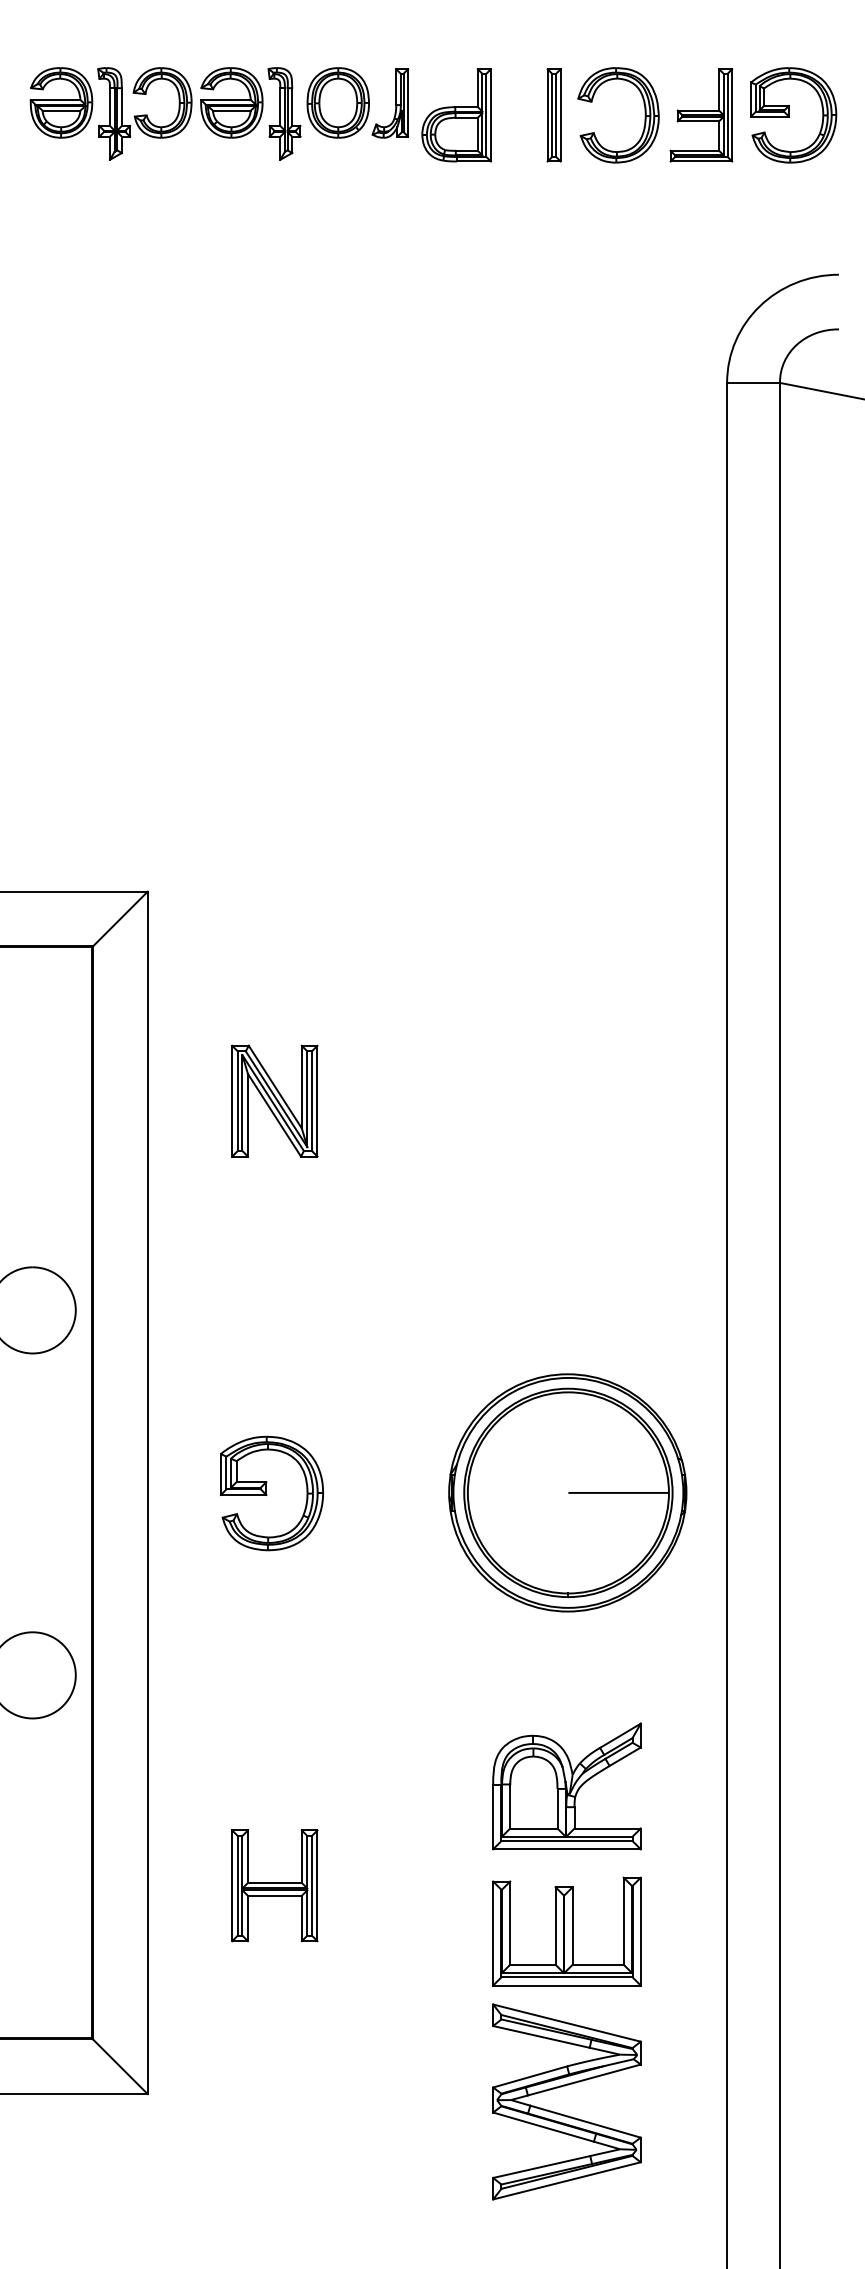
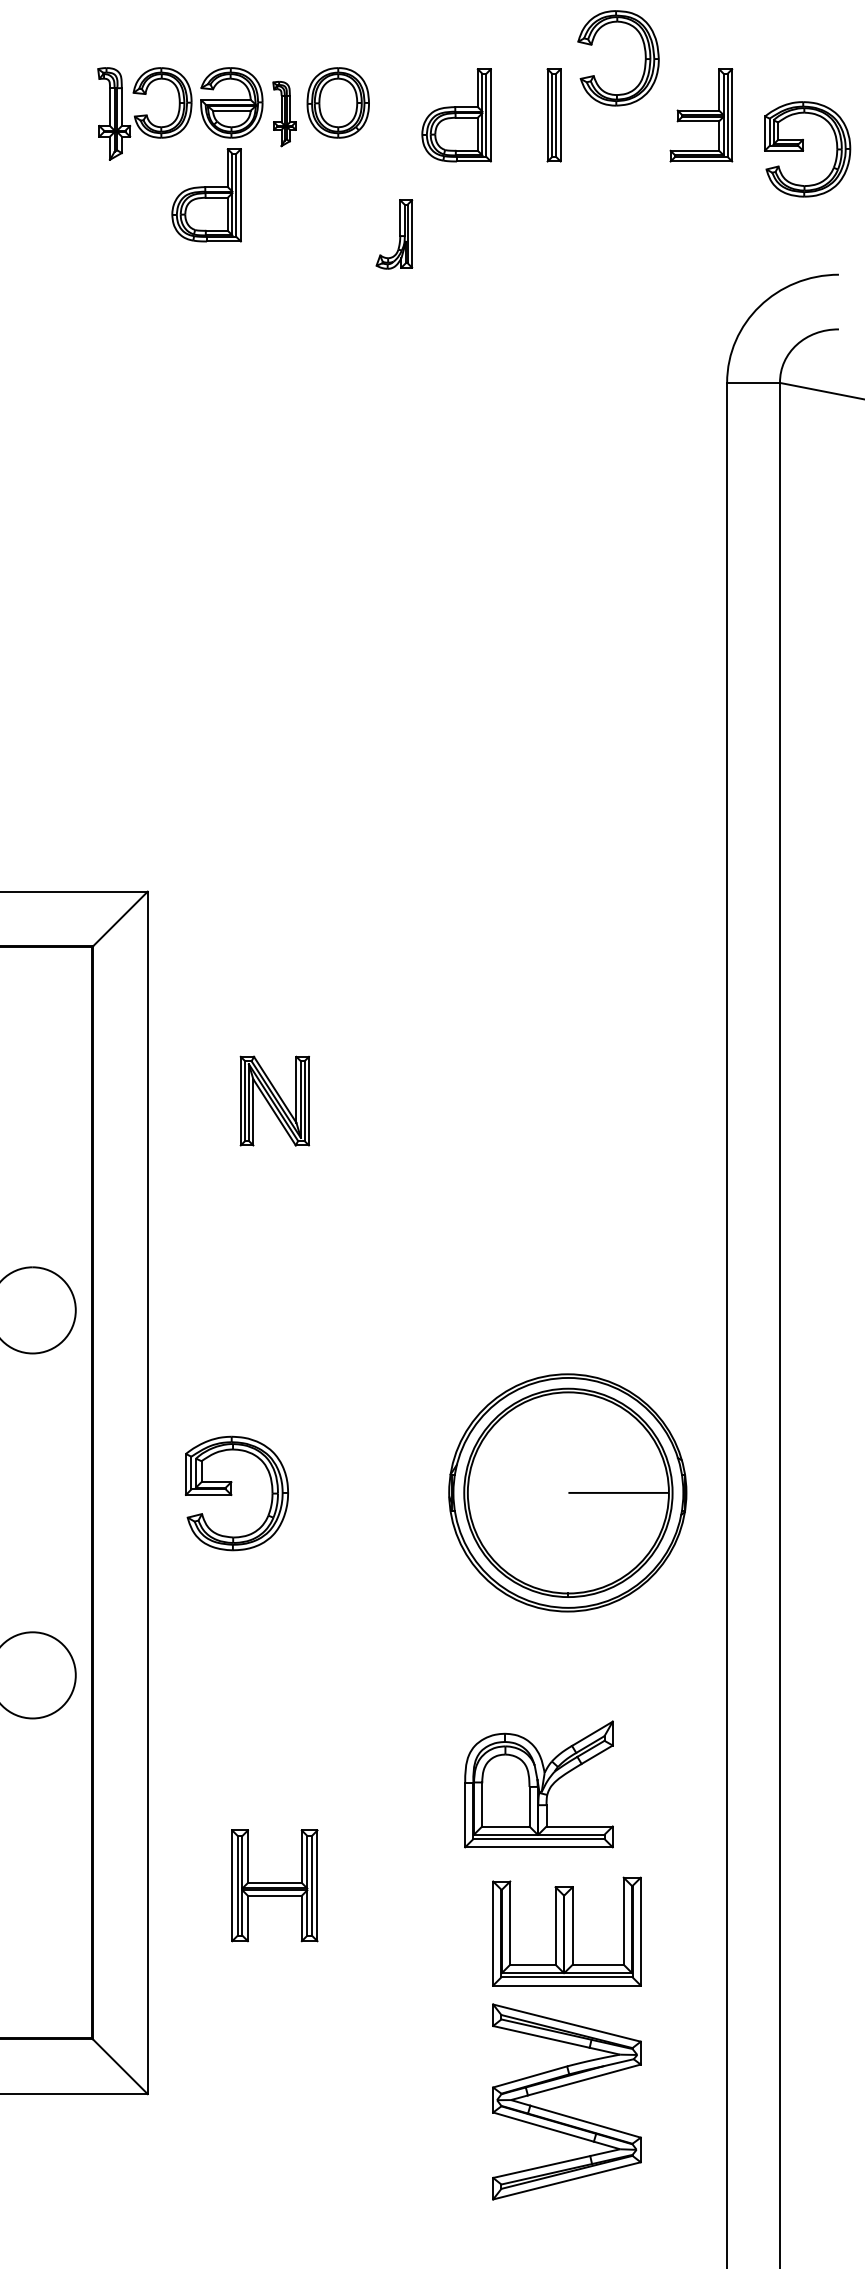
part at (61, 102): present -> none
part at (390, 103) position: (390, 103) -> (394, 234)
part at (284, 113) size: 35x94 px -> 25x67 px
part at (644, 115) position: (644, 115) -> (644, 58)
part at (793, 115) position: (793, 115) -> (807, 149)
part at (206, 195): none -> present
part at (274, 1100) size: 88x114 px -> 71x92 px
part at (271, 1493) position: (271, 1493) -> (236, 1493)
part at (566, 1786) position: (566, 1786) -> (538, 1784)
